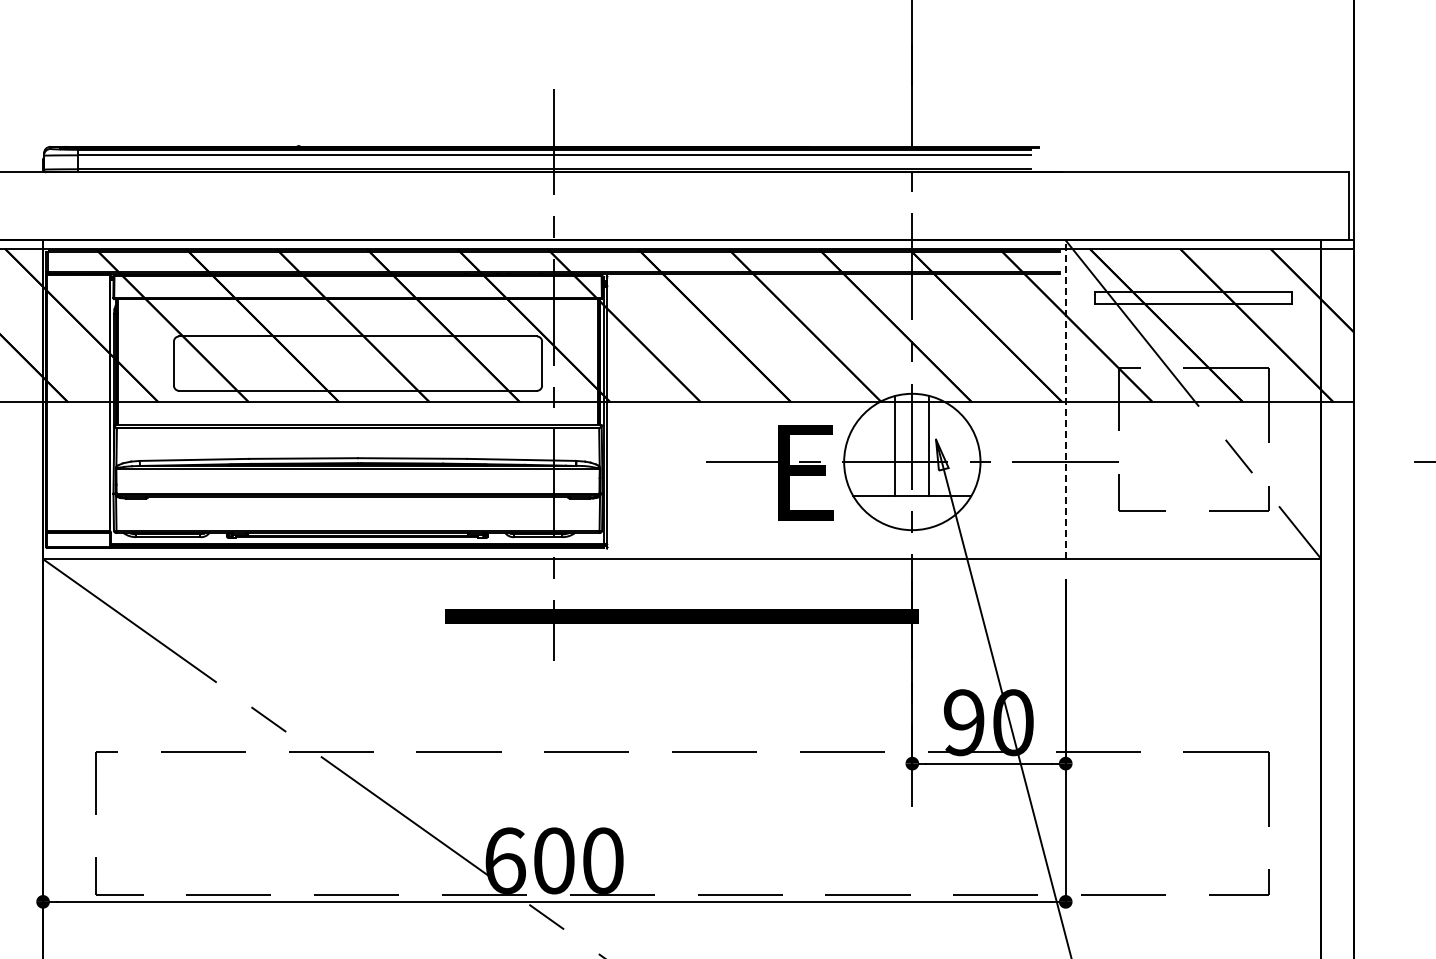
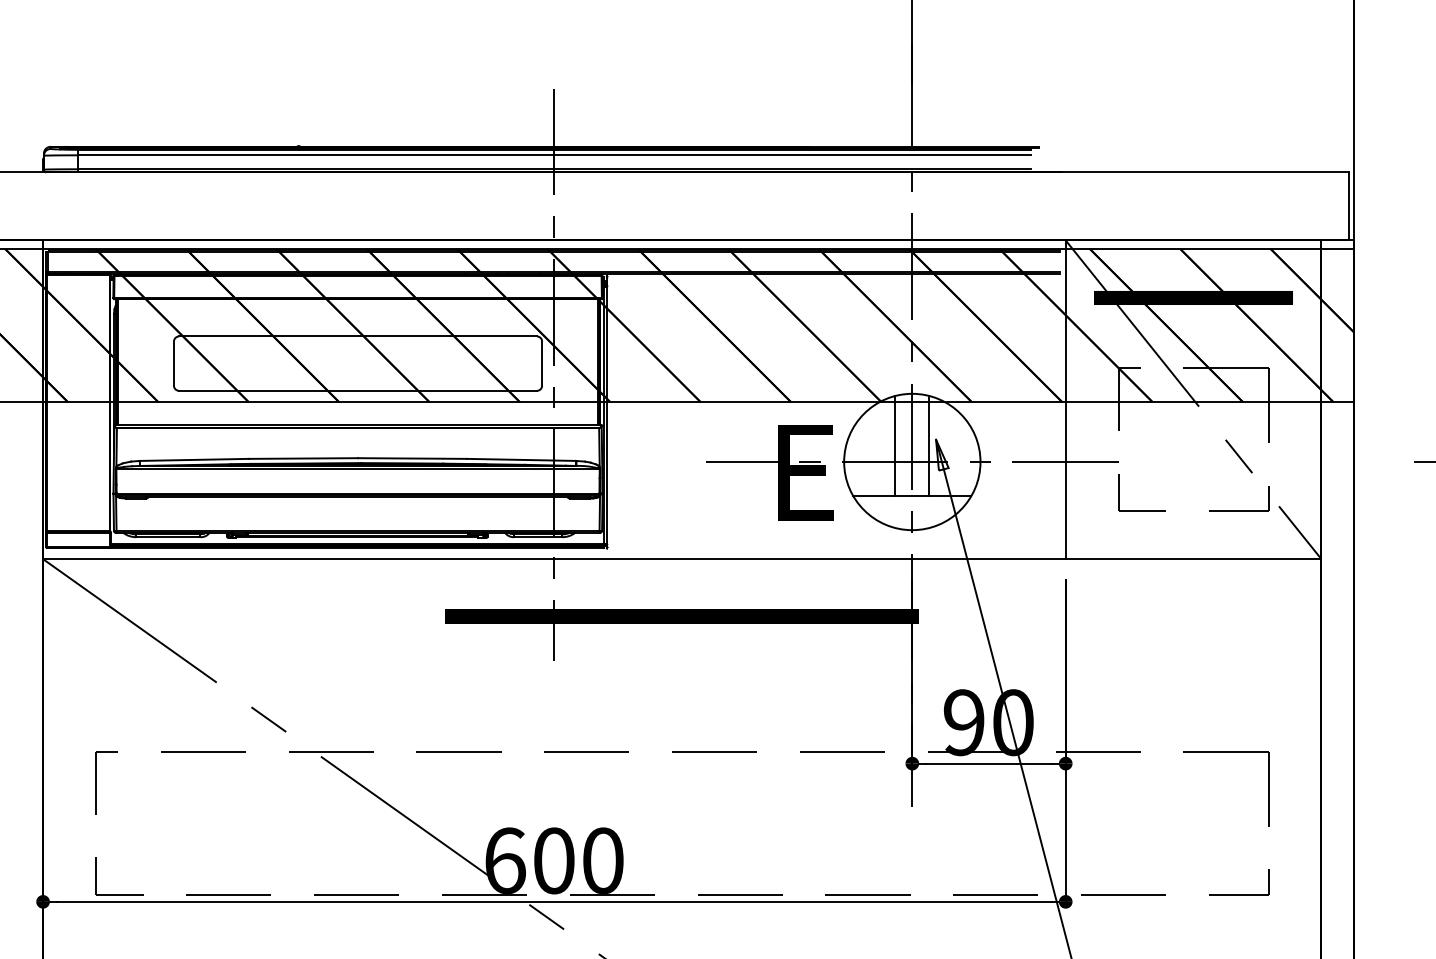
hatch at (1193, 297): none -> present
line at (1065, 399): dashed -> solid
